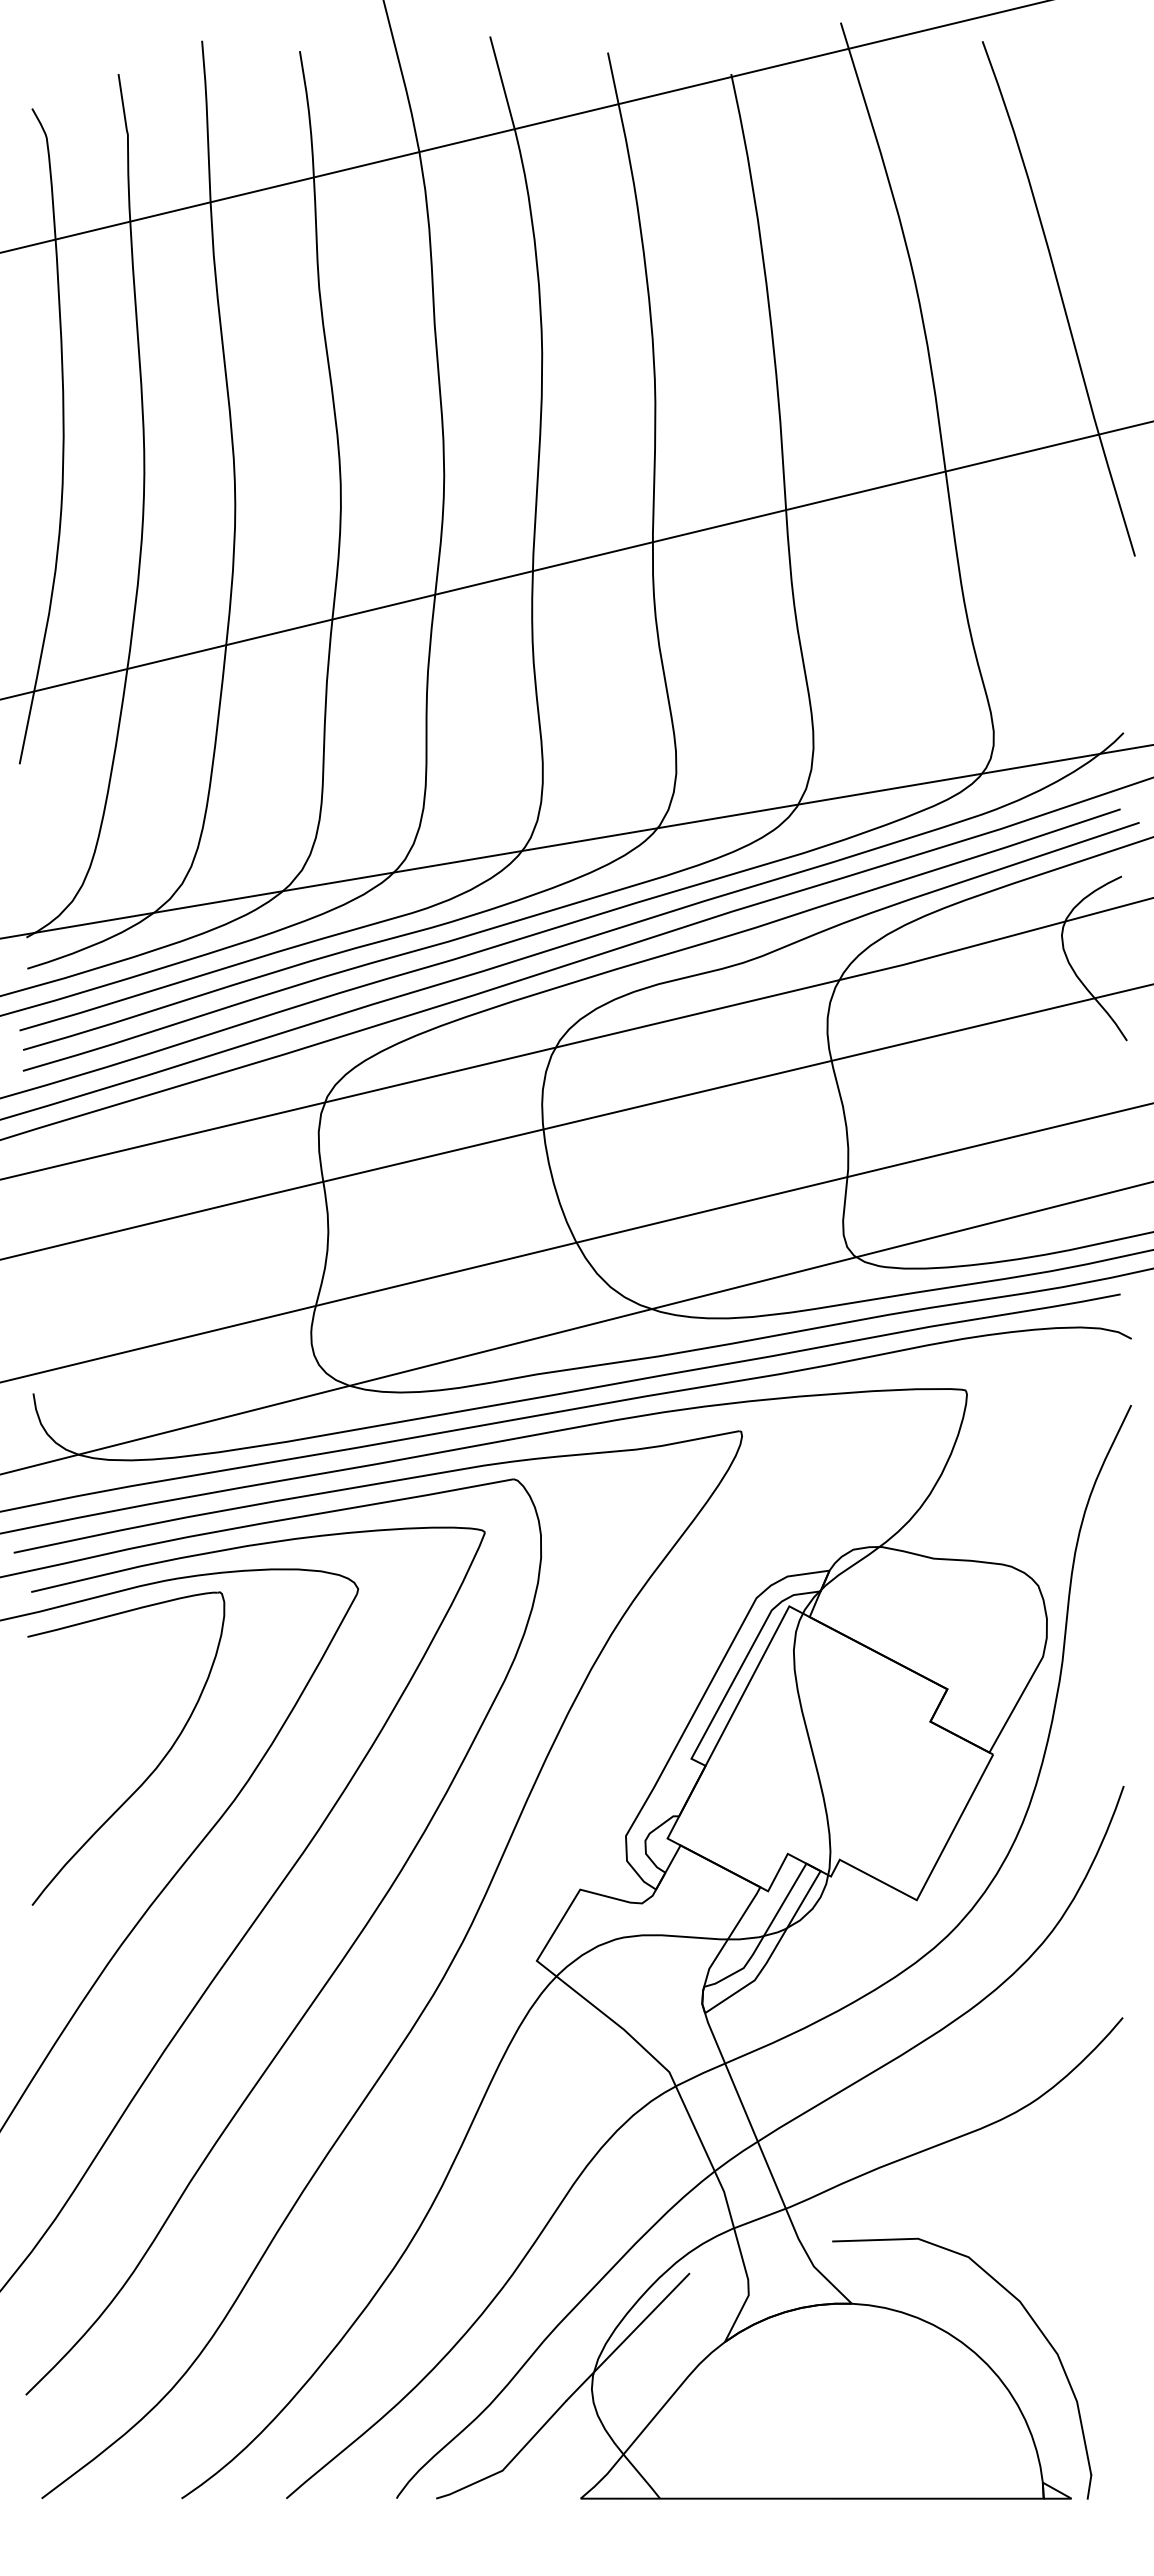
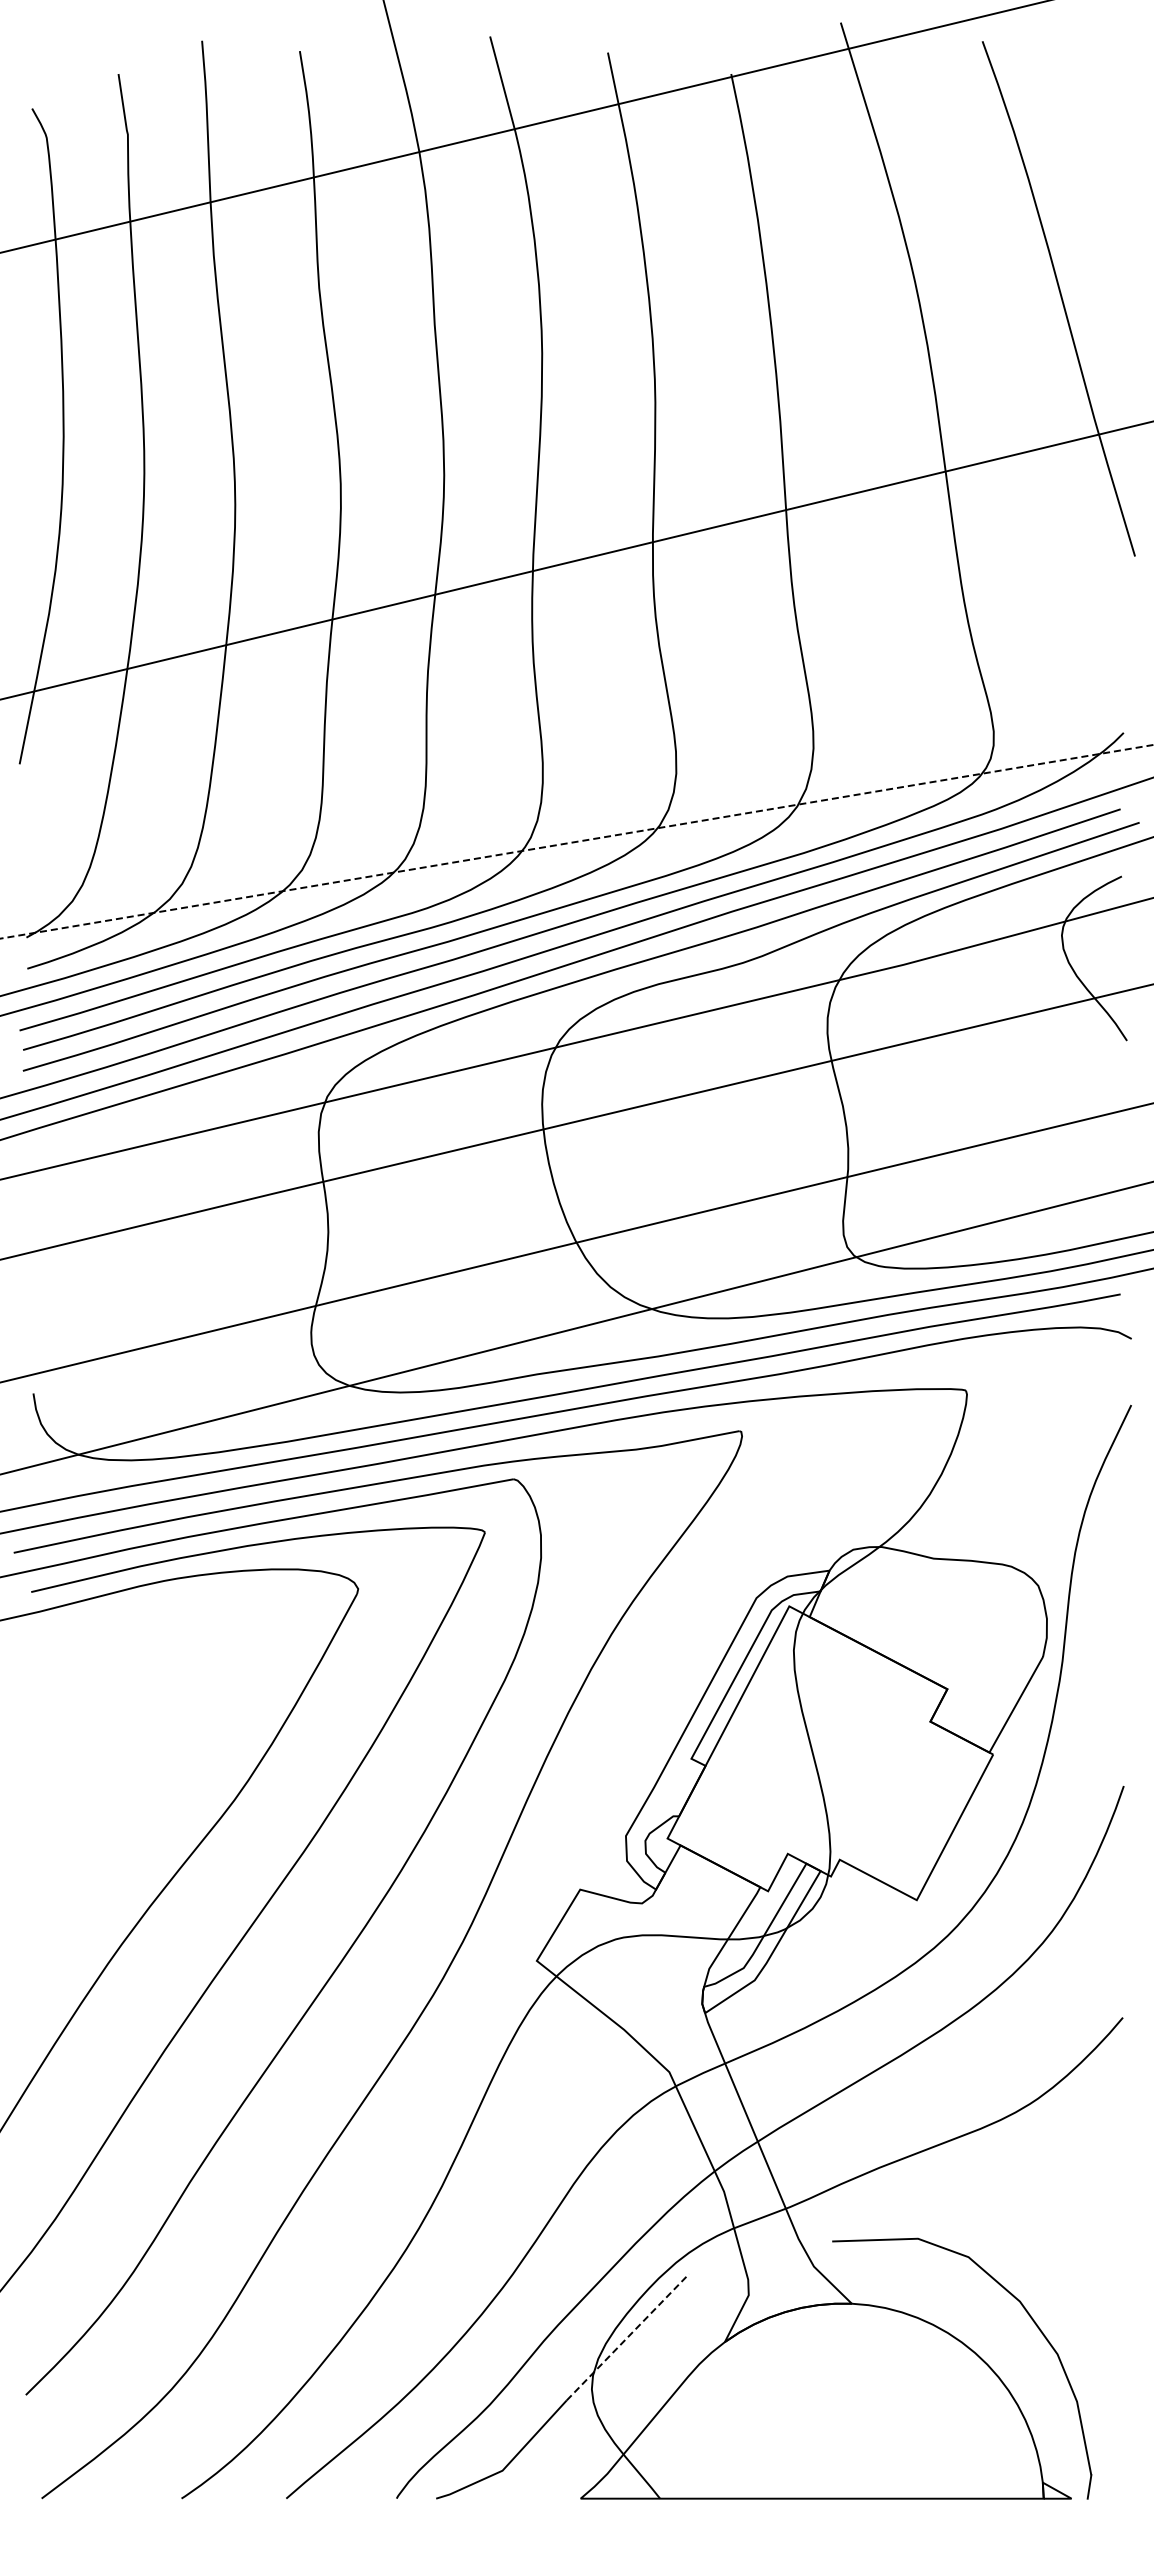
line at (576, 841): solid -> dashed
part at (154, 1768): present -> none
line at (628, 2336): solid -> dashed
